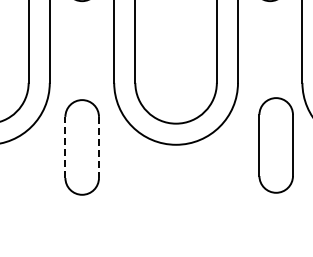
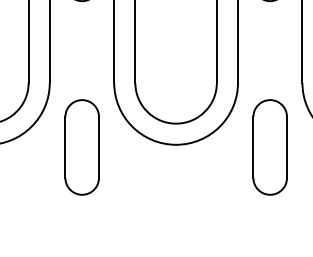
part at (275, 145) position: (275, 145) -> (269, 147)
line at (65, 147): dashed -> solid
line at (98, 147): dashed -> solid
